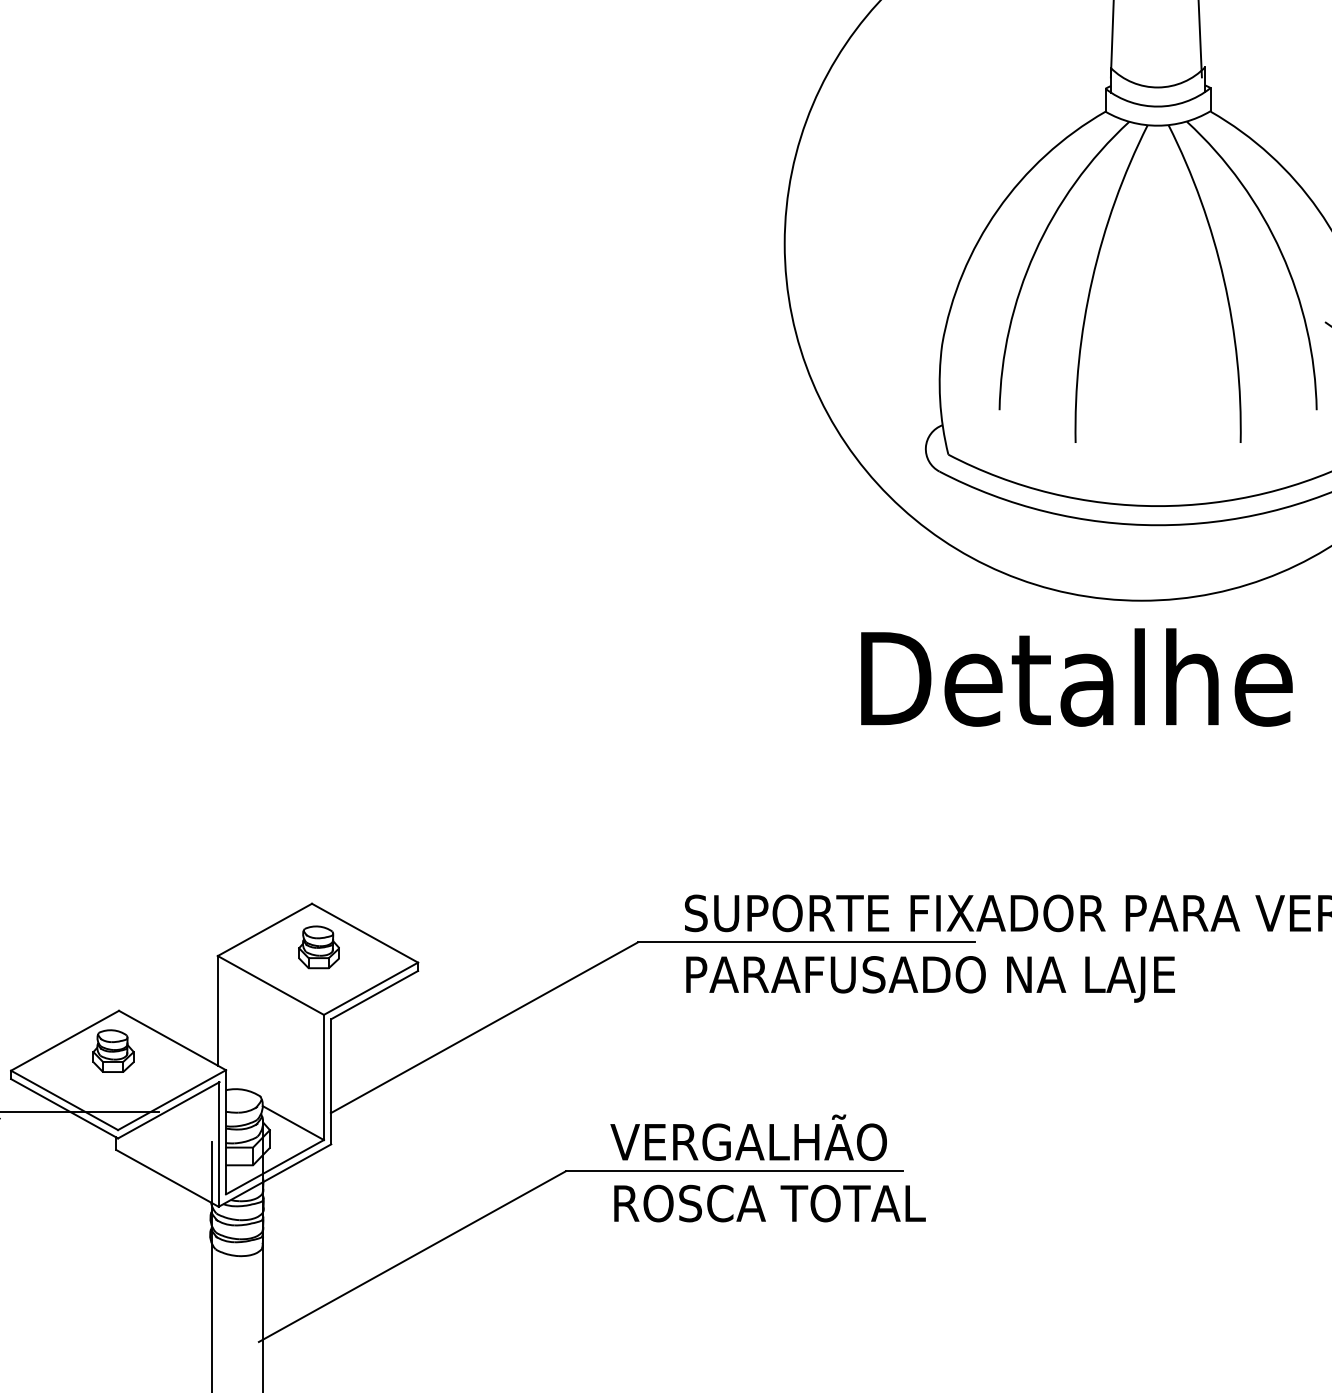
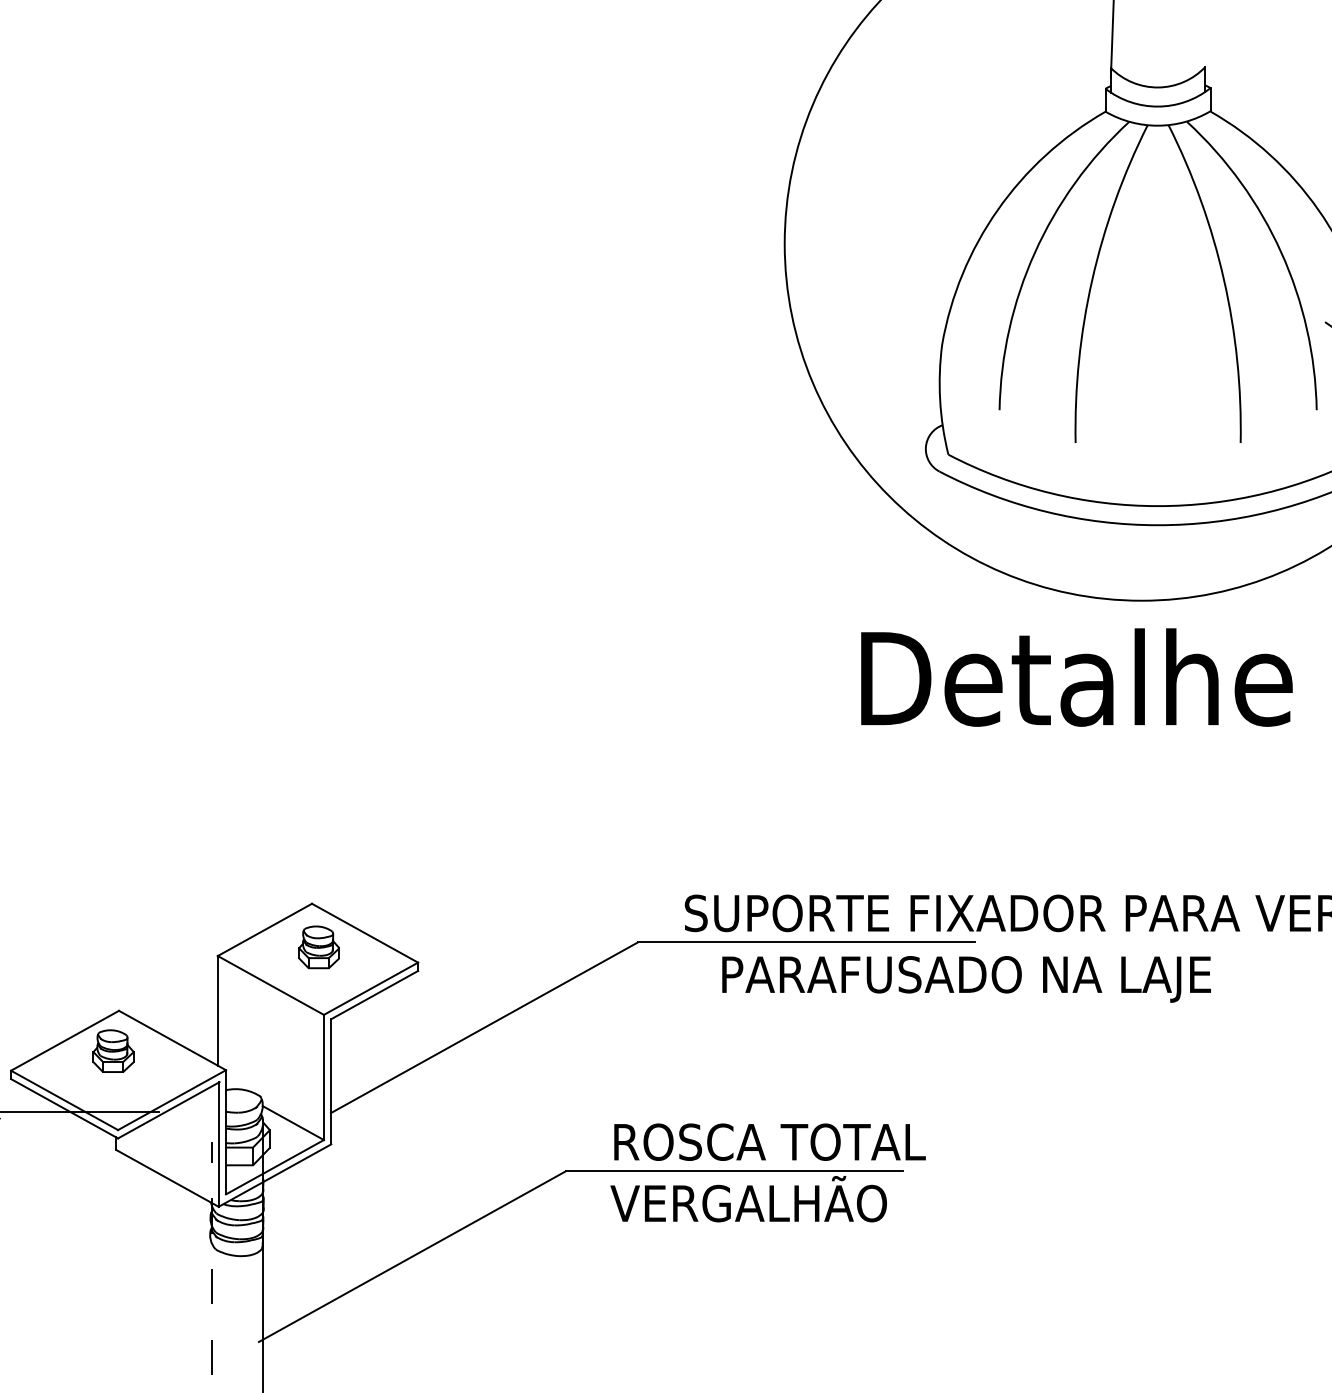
line at (1199, 39): present -> none
text at (930, 979) position: (930, 979) -> (966, 979)
text at (767, 1137): VERGALHÃO -> ROSCA TOTAL
text at (767, 1199): ROSCA TOTAL -> VERGALHÃO
line at (211, 1266): solid -> dashed
